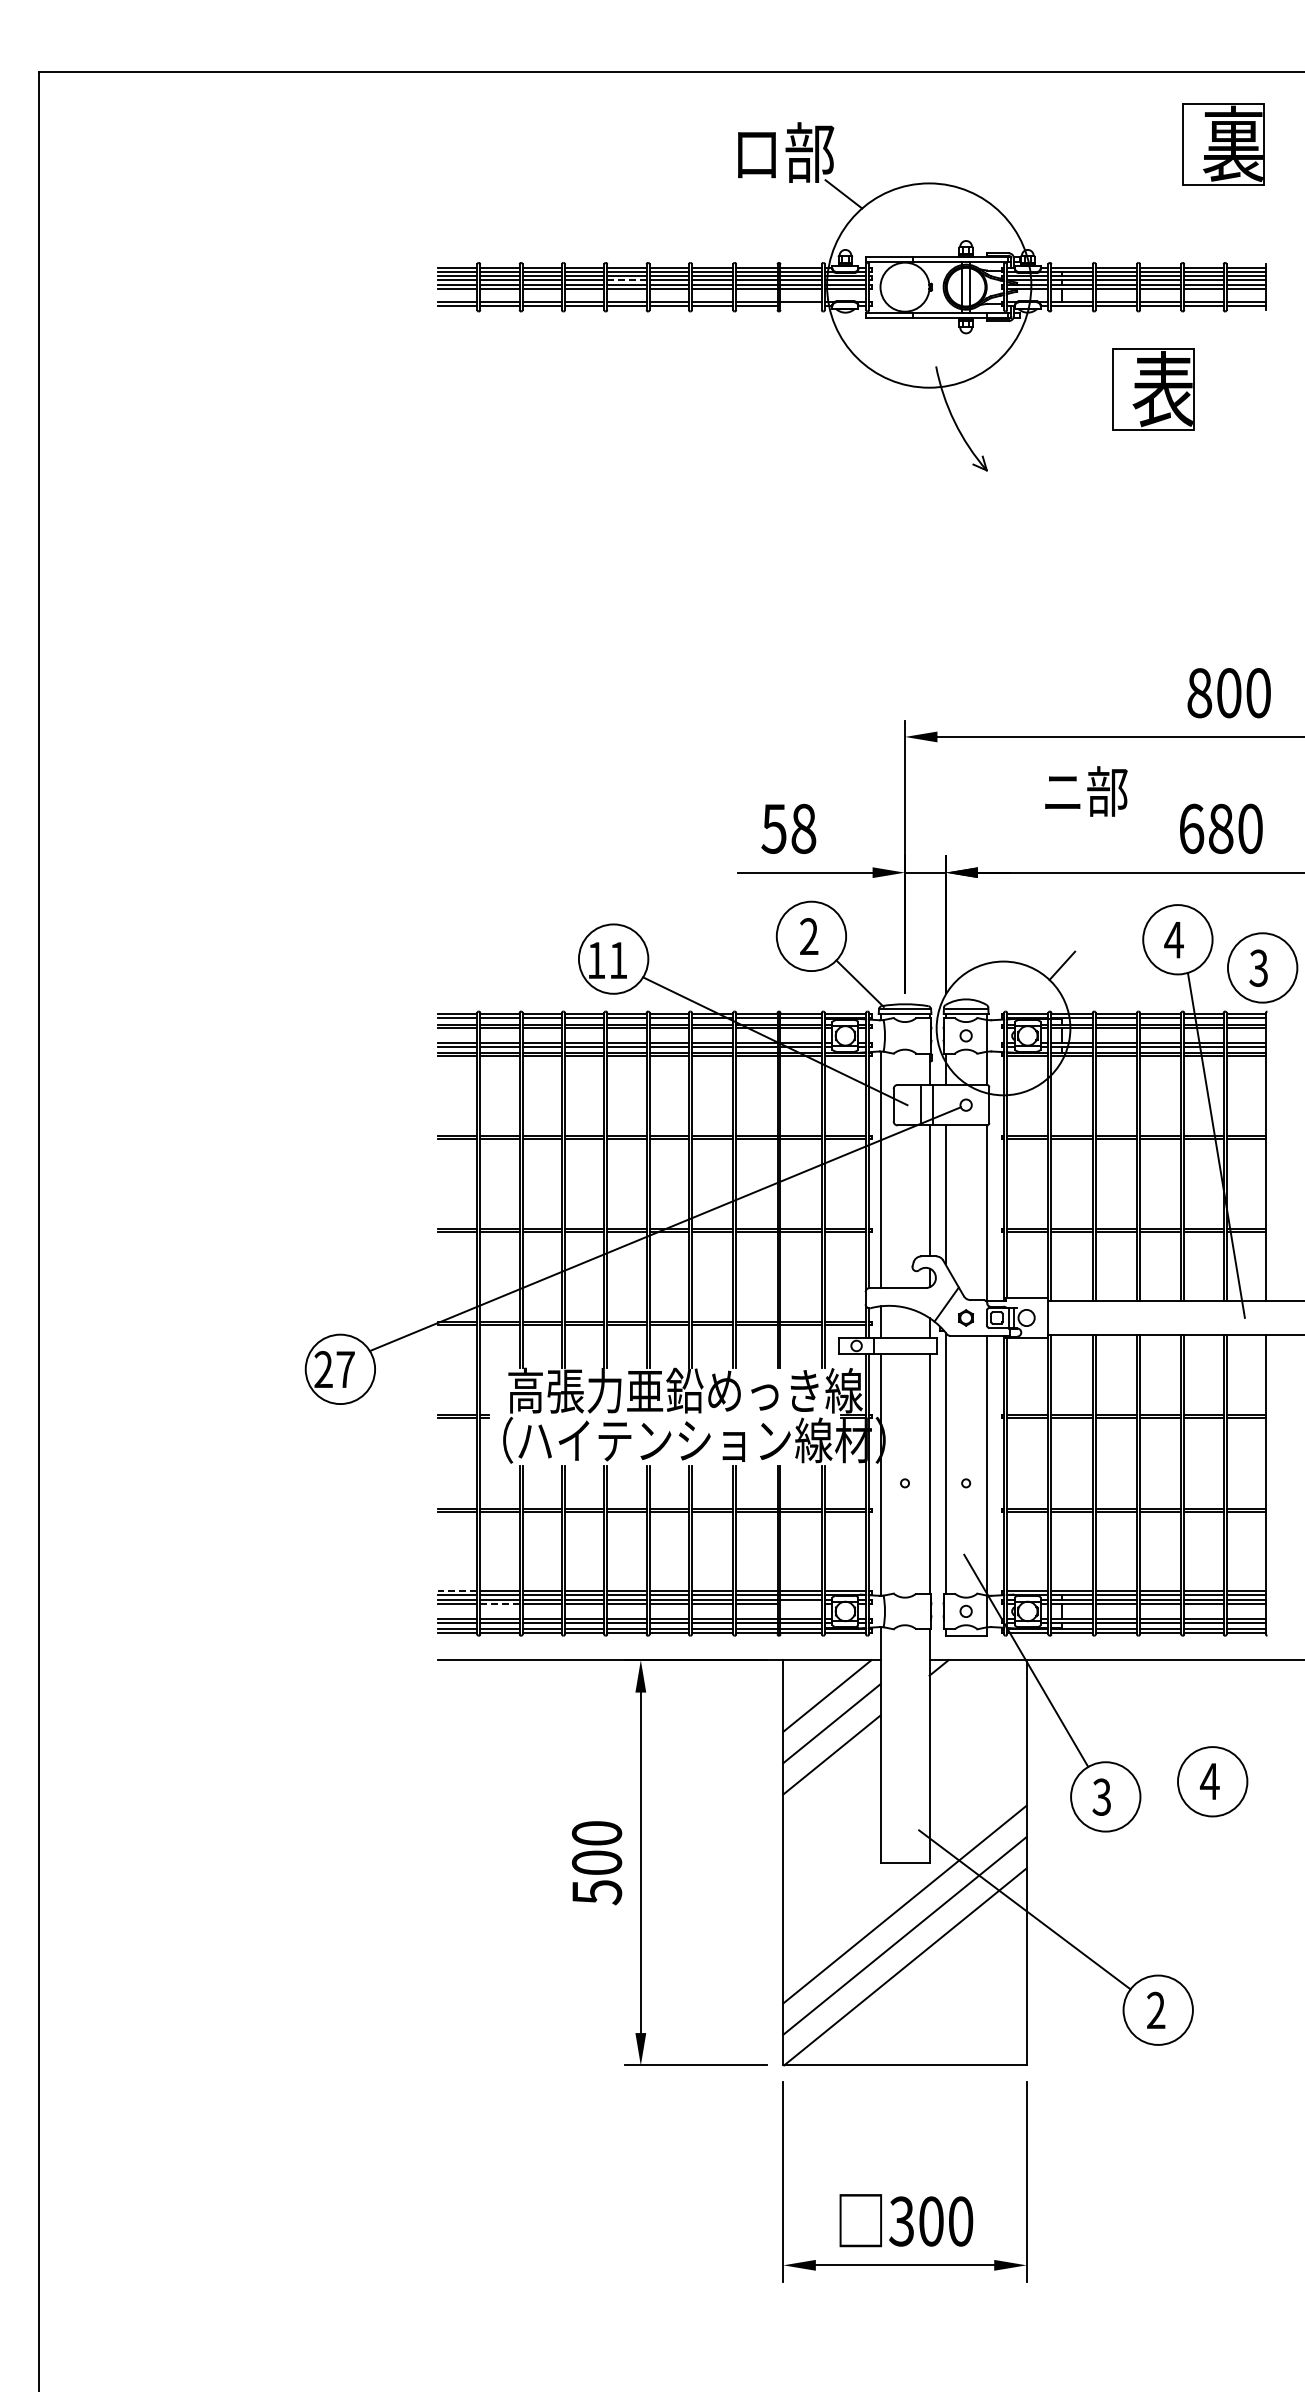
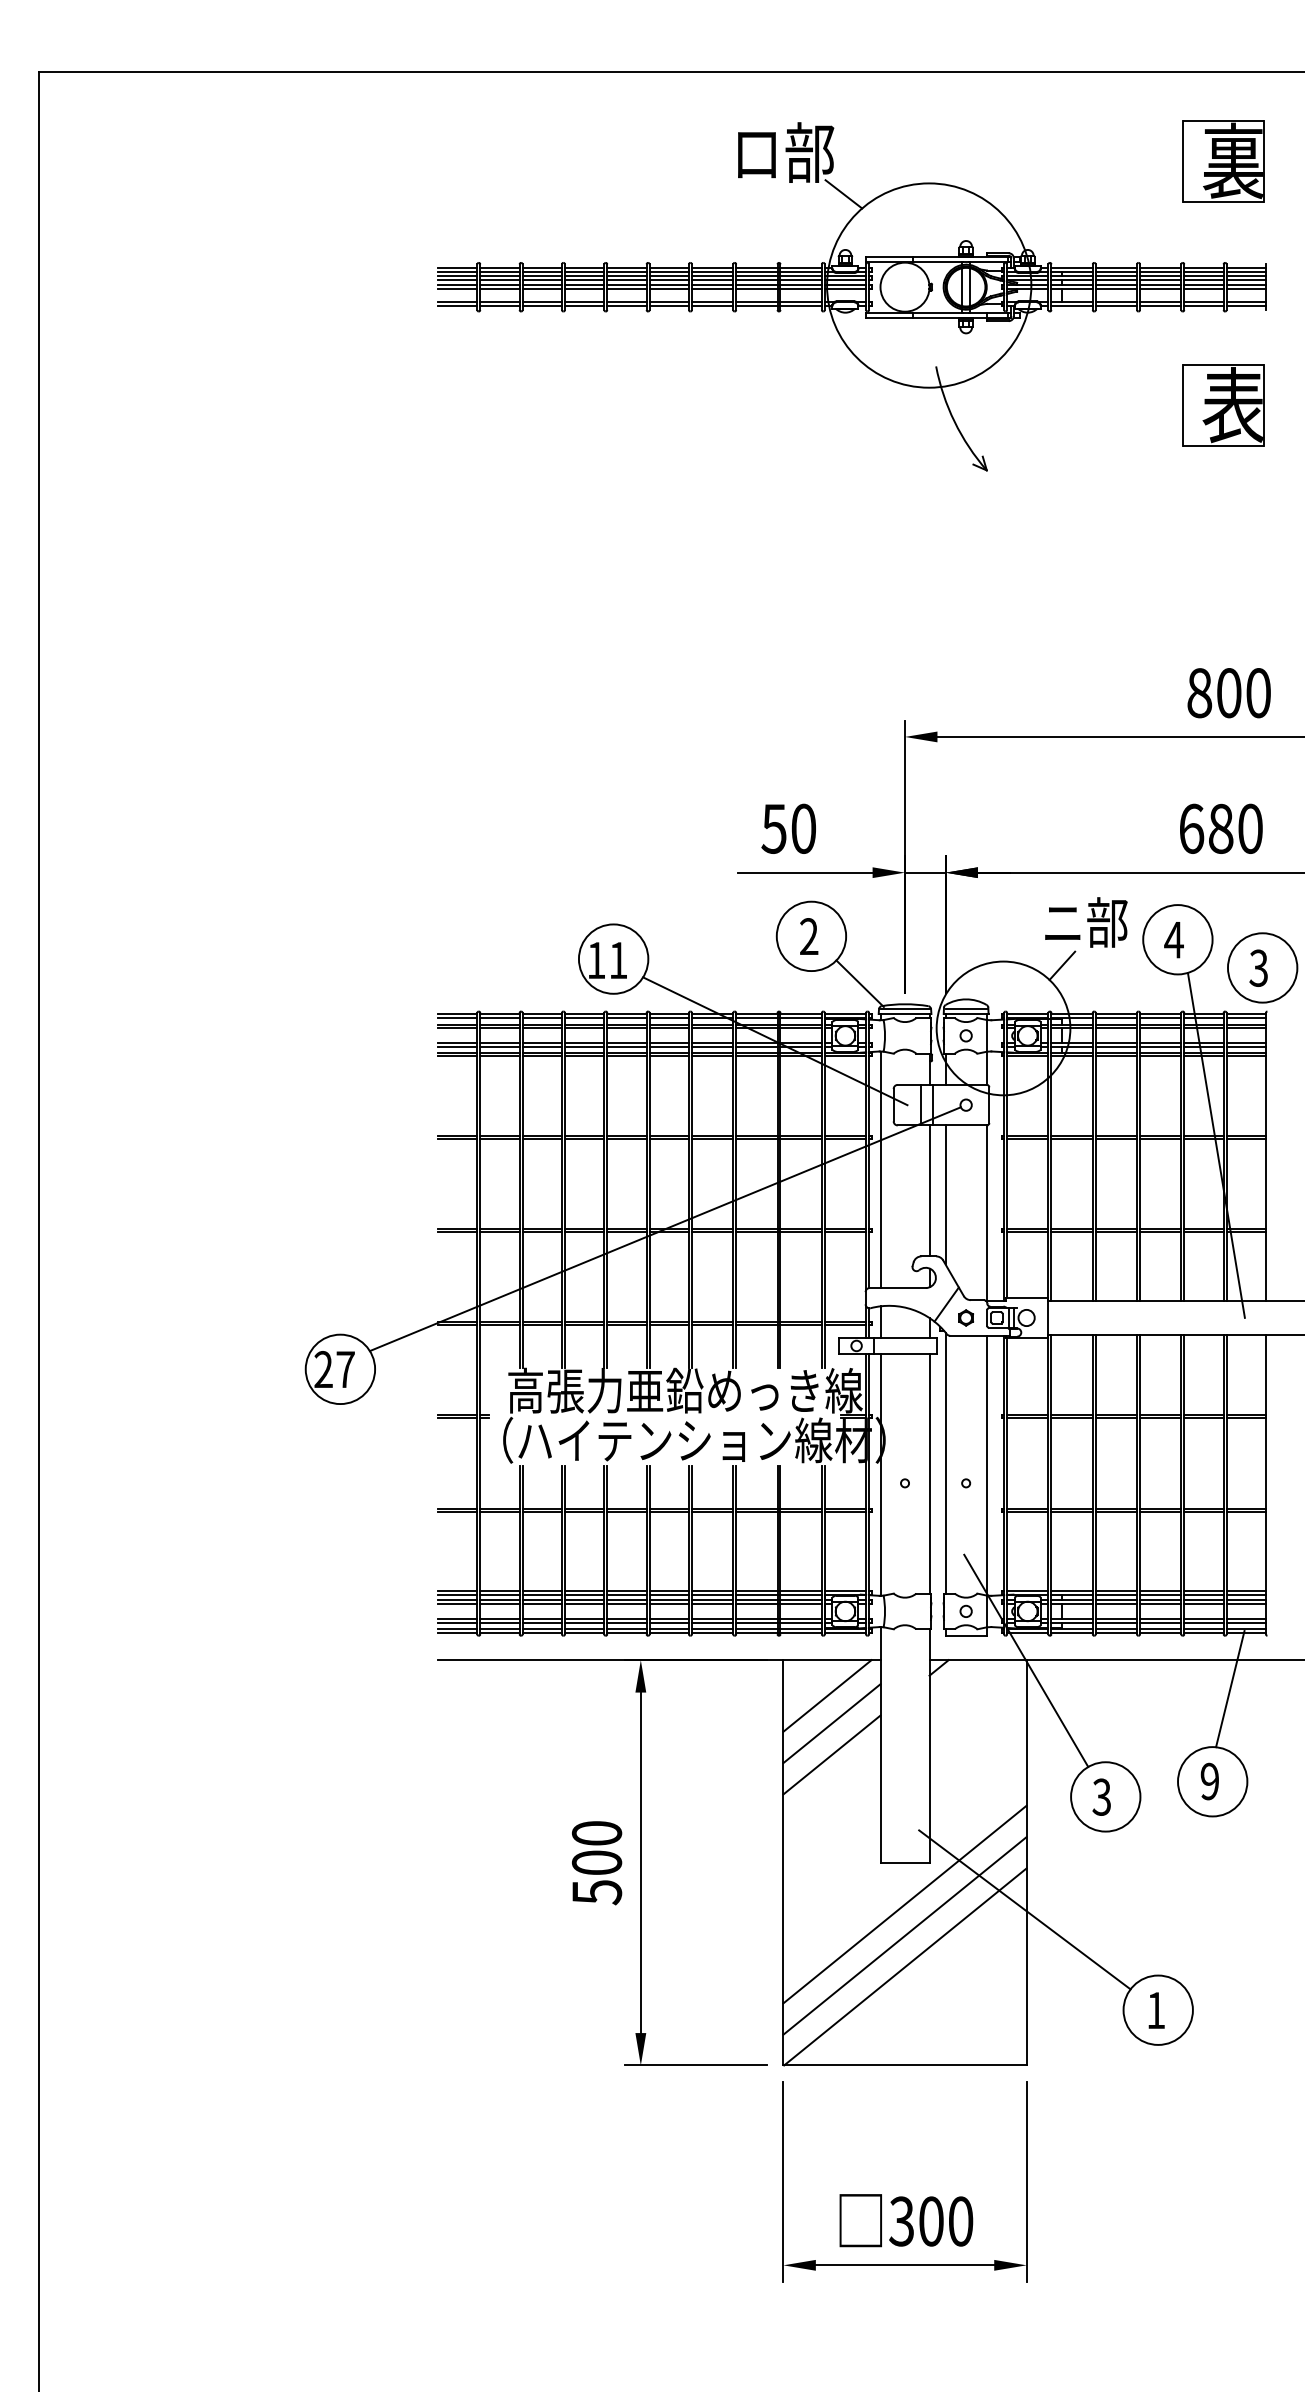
part at (1223, 144) position: (1223, 144) -> (1223, 161)
line at (626, 280): dashed -> solid
line at (800, 306): none -> present
part at (1153, 389) position: (1153, 389) -> (1223, 405)
text at (1086, 791) position: (1086, 791) -> (1086, 922)
text at (803, 828): 58 -> 50
line at (457, 1590): dashed -> solid
line at (499, 1604): dashed -> solid
line at (800, 1604): none -> present
line at (1230, 1689): none -> present
text at (1209, 1781): 4 -> 9
text at (1156, 2009): 2 -> 1
